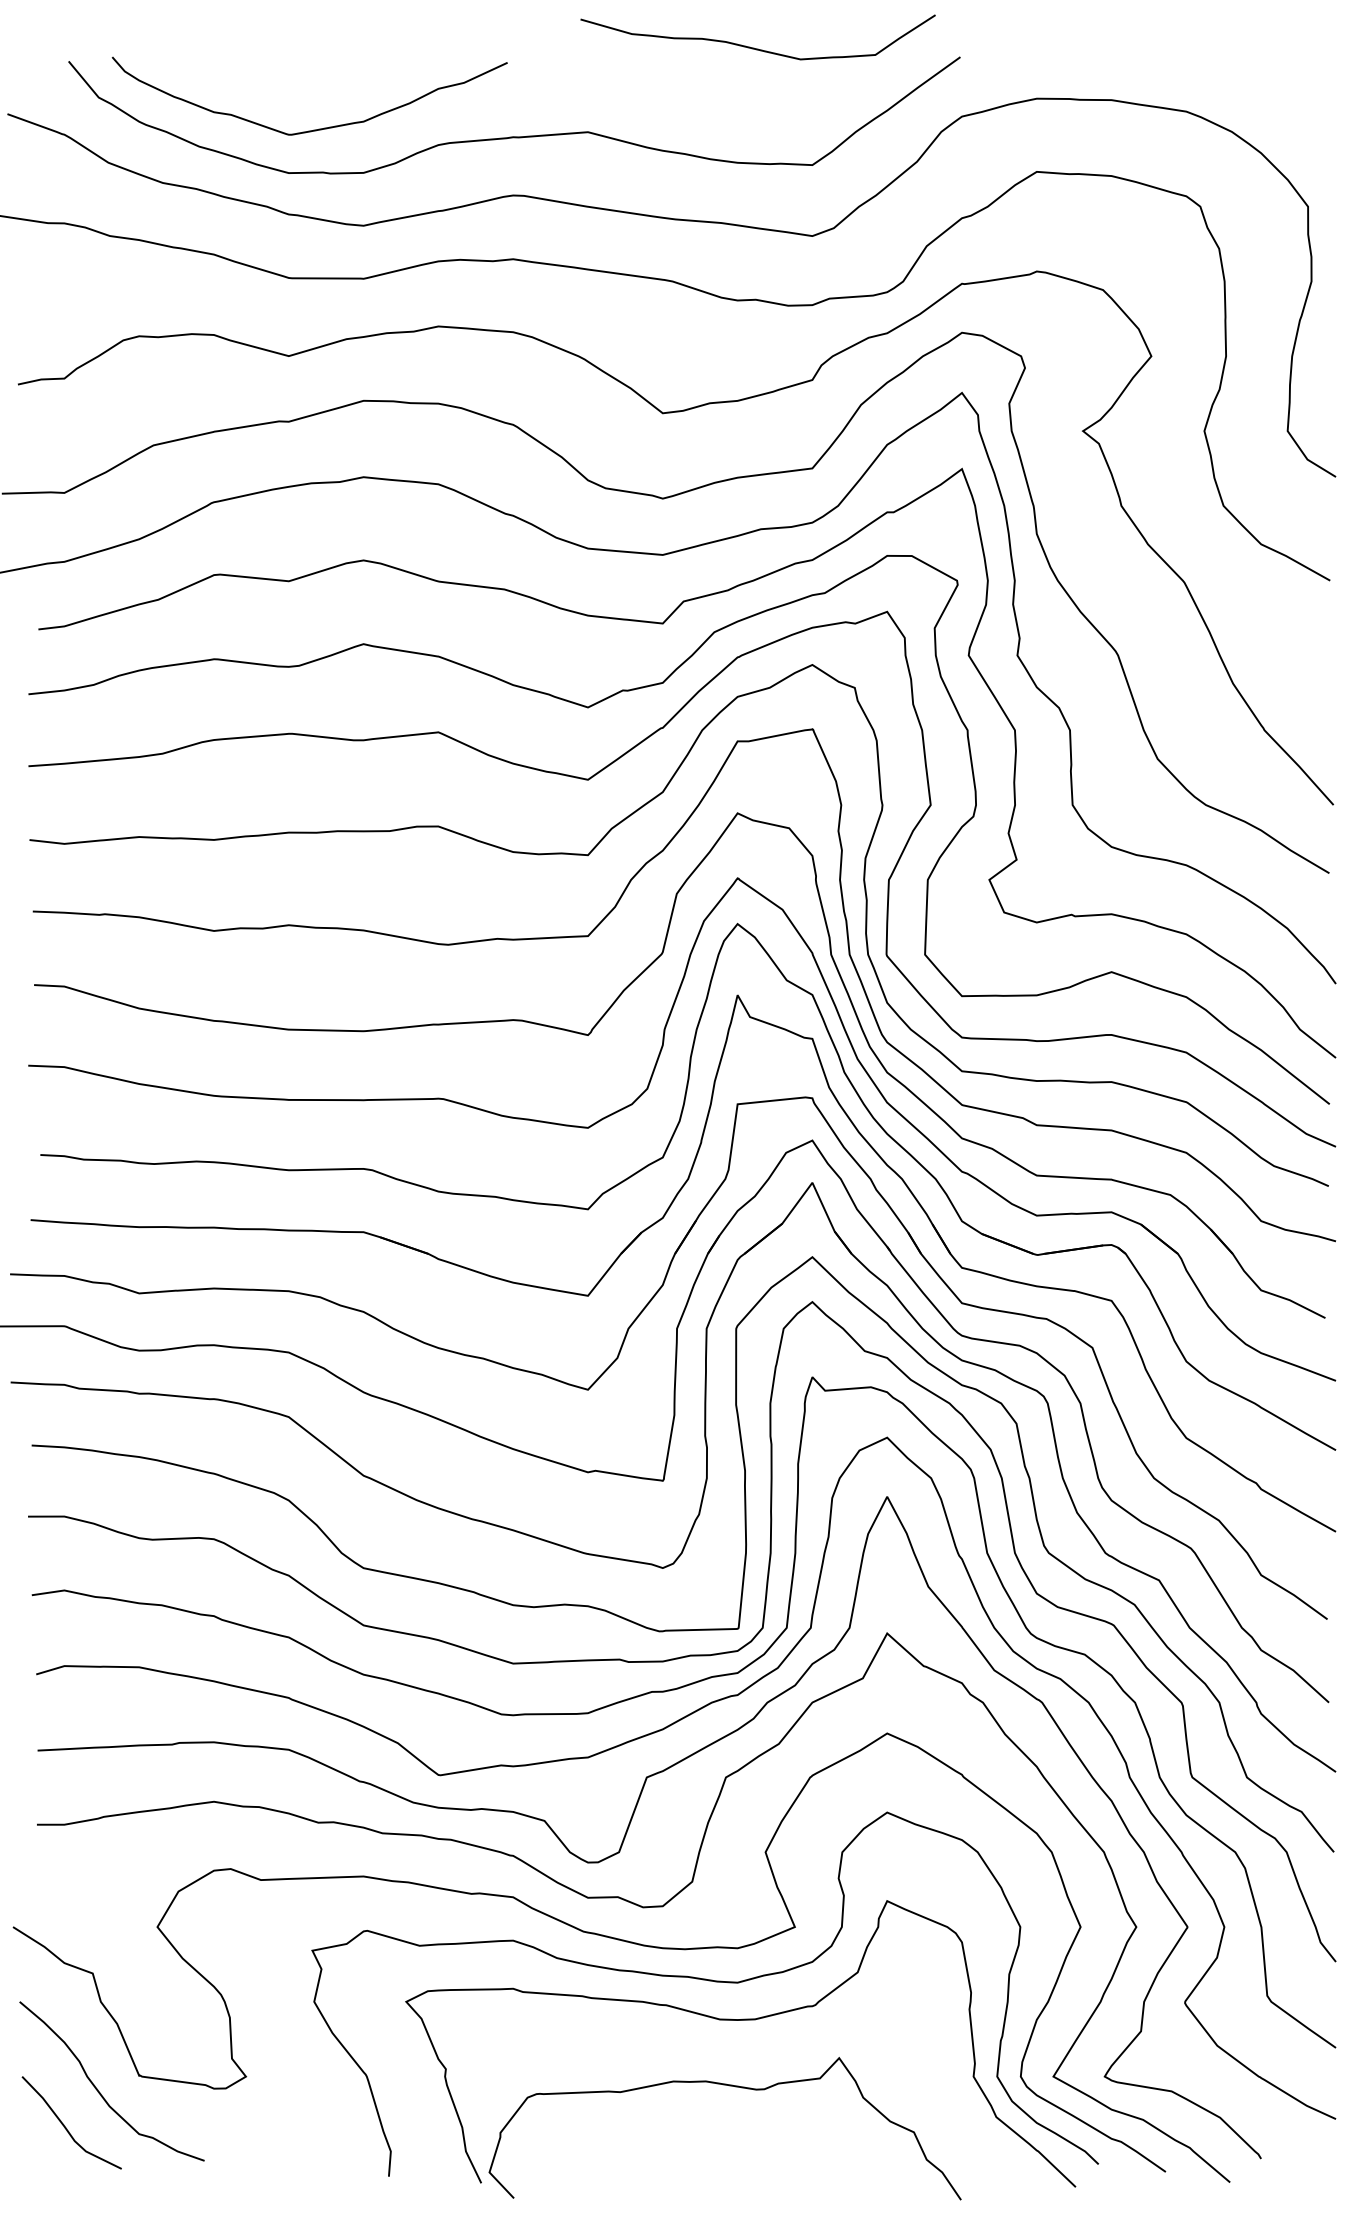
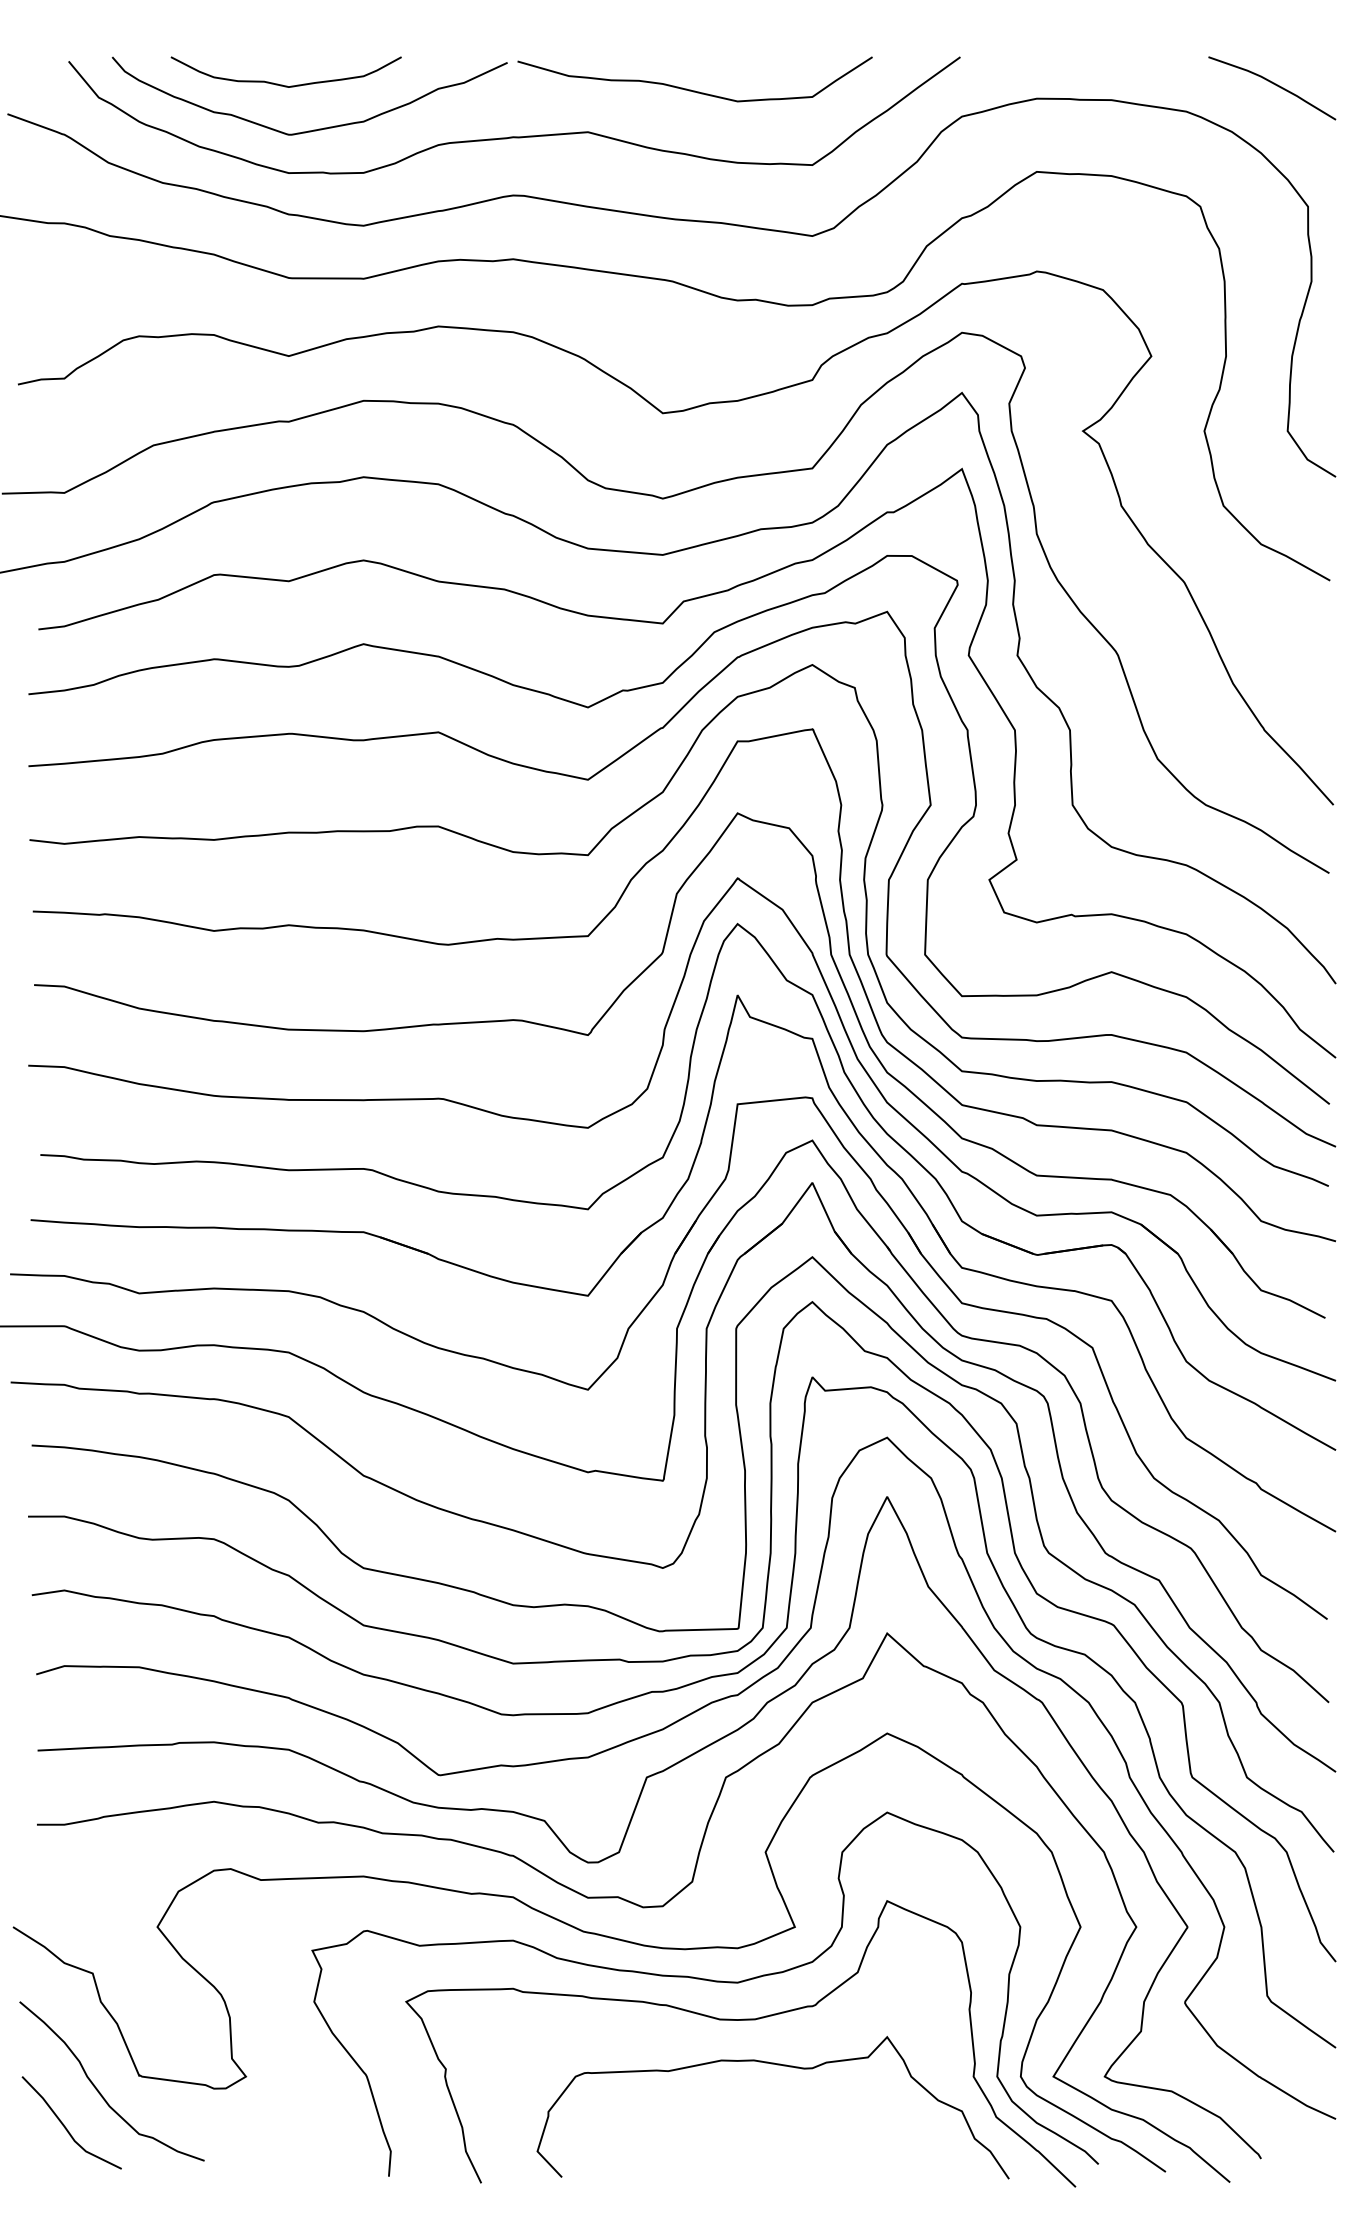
curve at (754, 47) position: (754, 47) -> (691, 89)
curve at (282, 84): none -> present
curve at (1273, 84): none -> present
curve at (729, 2086) position: (729, 2086) -> (777, 2065)
